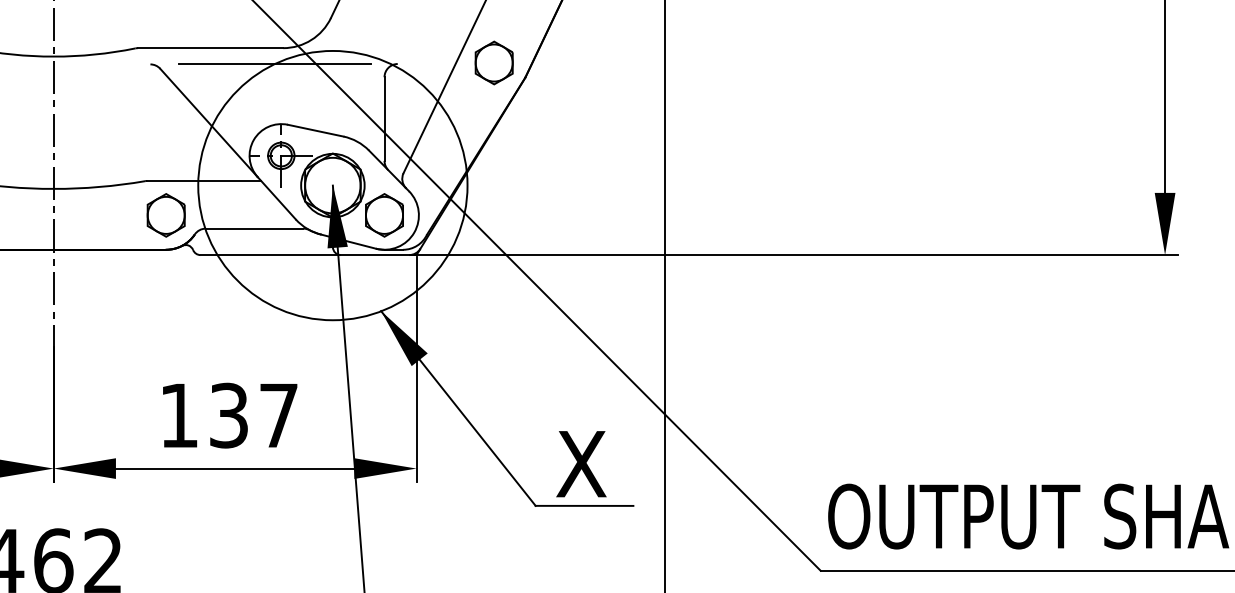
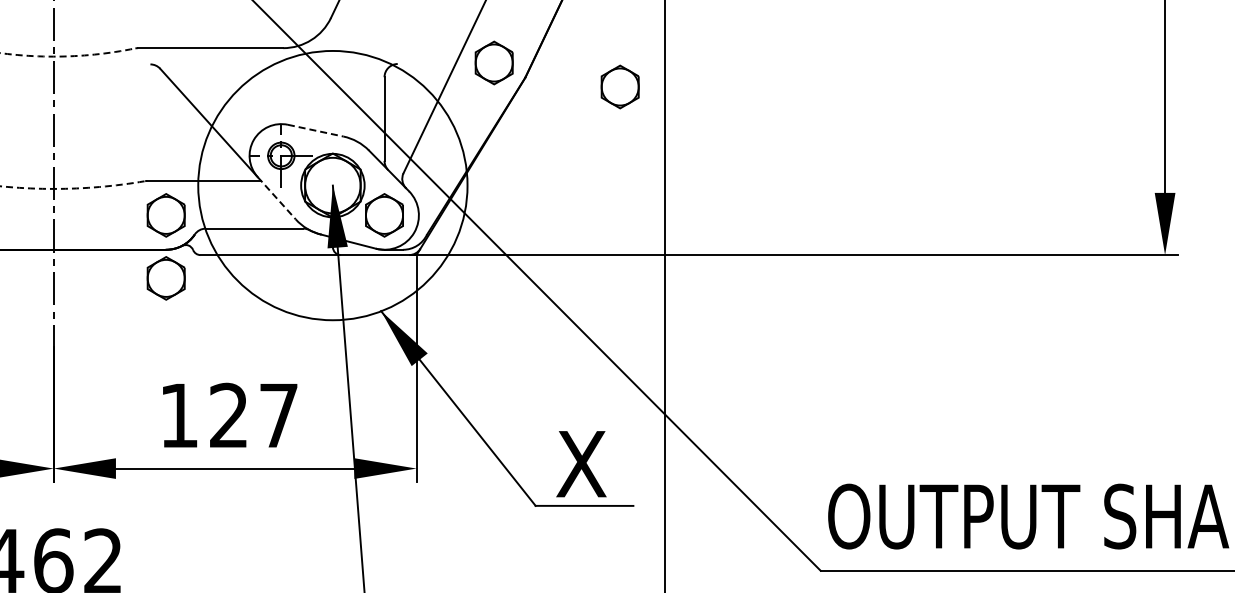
arc at (68, 56): solid -> dashed
line at (274, 64): present -> none
part at (619, 86): none -> present
line at (316, 130): solid -> dashed
arc at (72, 188): solid -> dashed
line at (277, 198): solid -> dashed
part at (165, 278): none -> present
text at (228, 415): 137 -> 127
